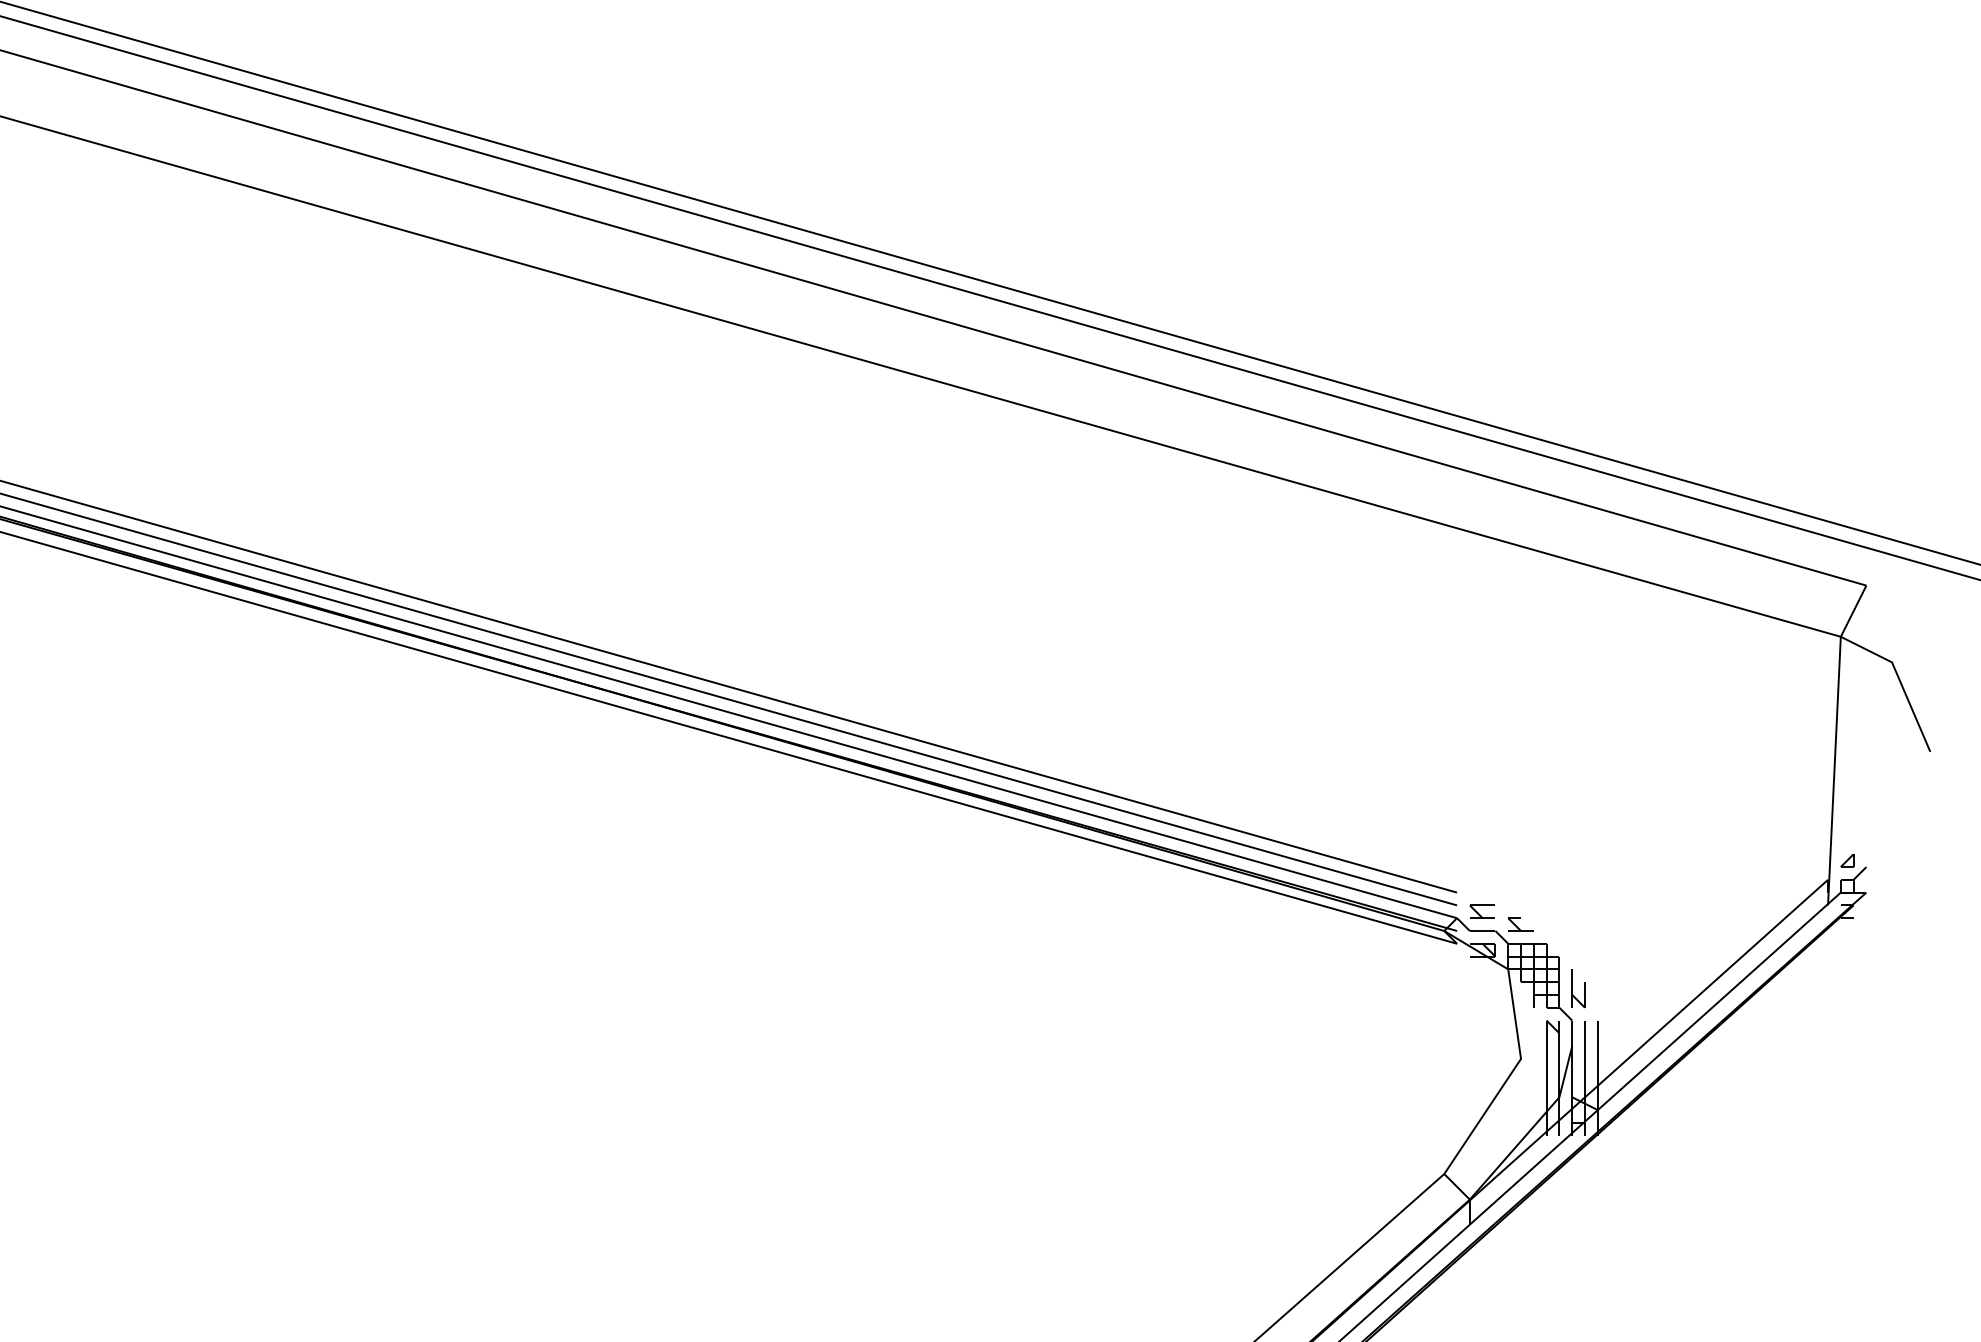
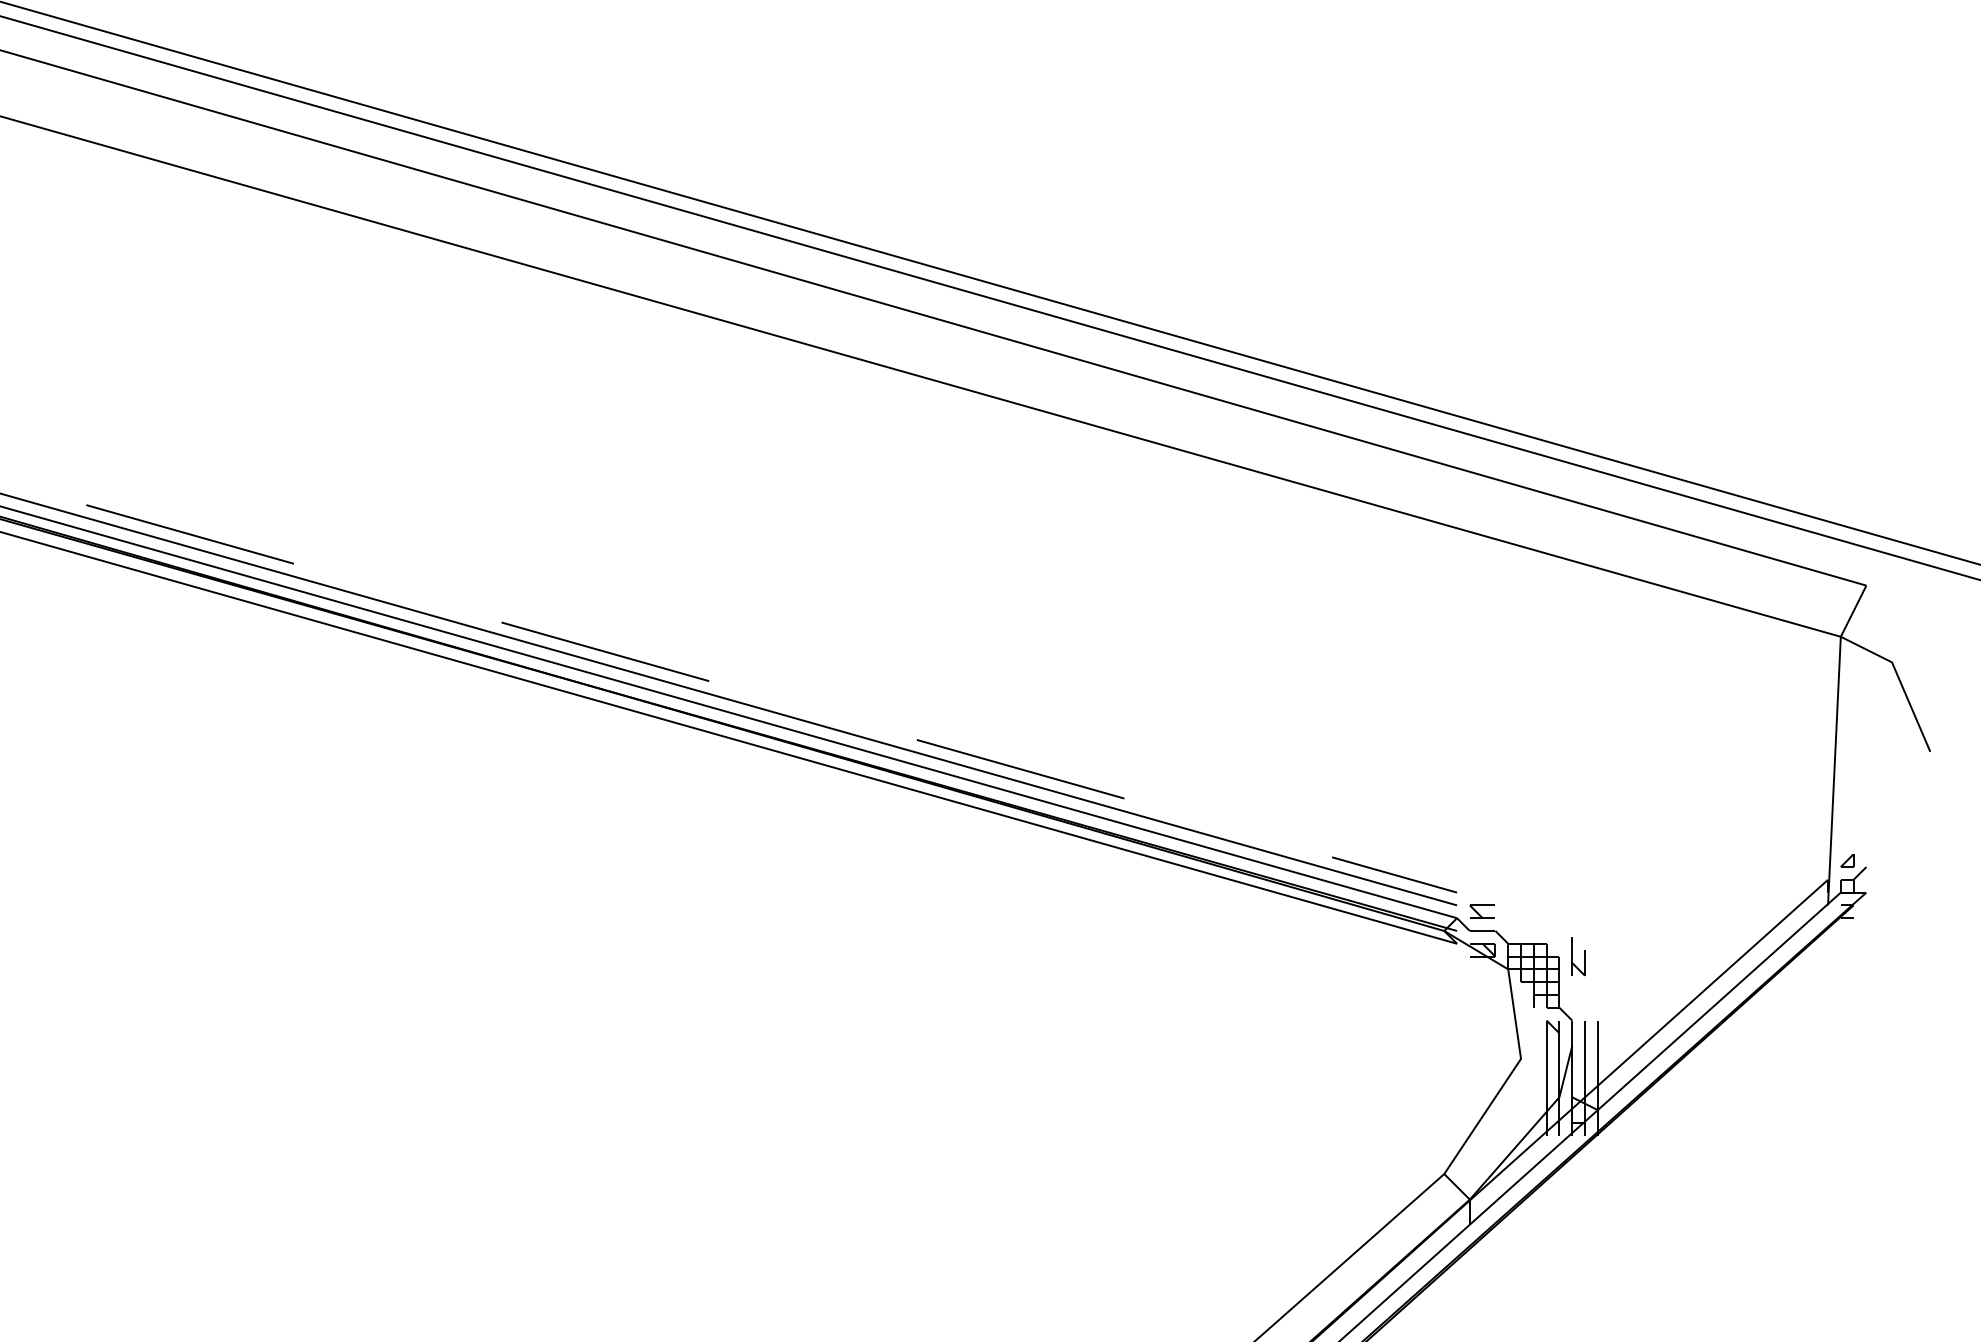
line at (728, 686): solid -> dashed
part at (1520, 924): present -> none
part at (1578, 988) position: (1578, 988) -> (1578, 956)
